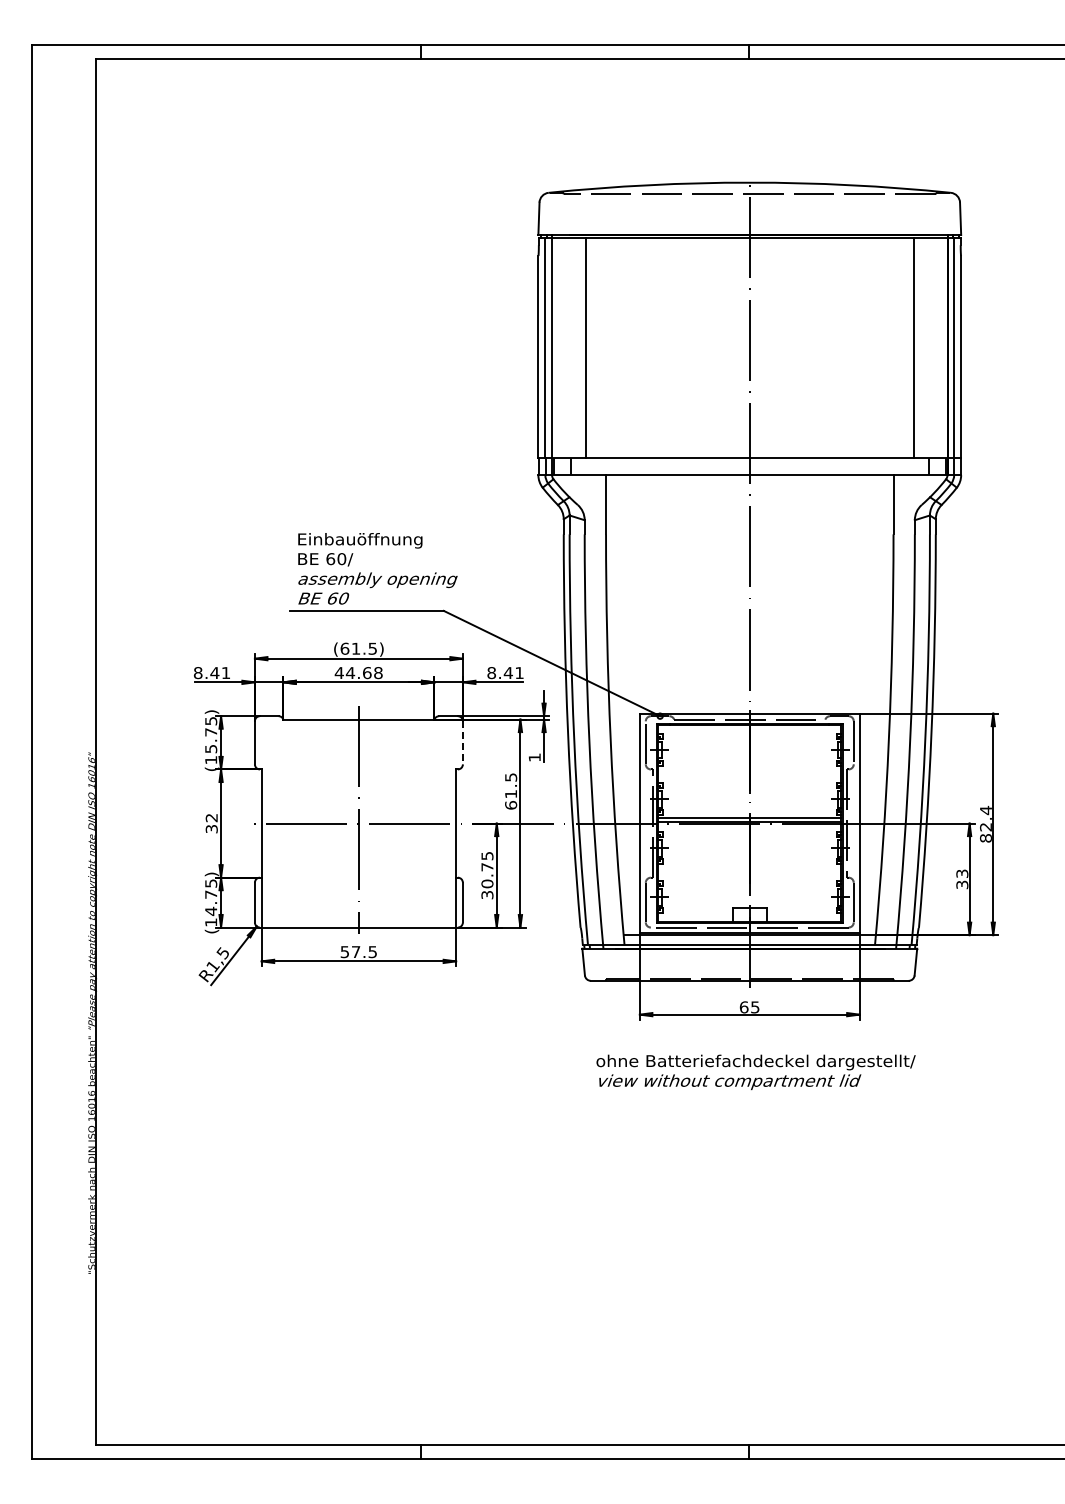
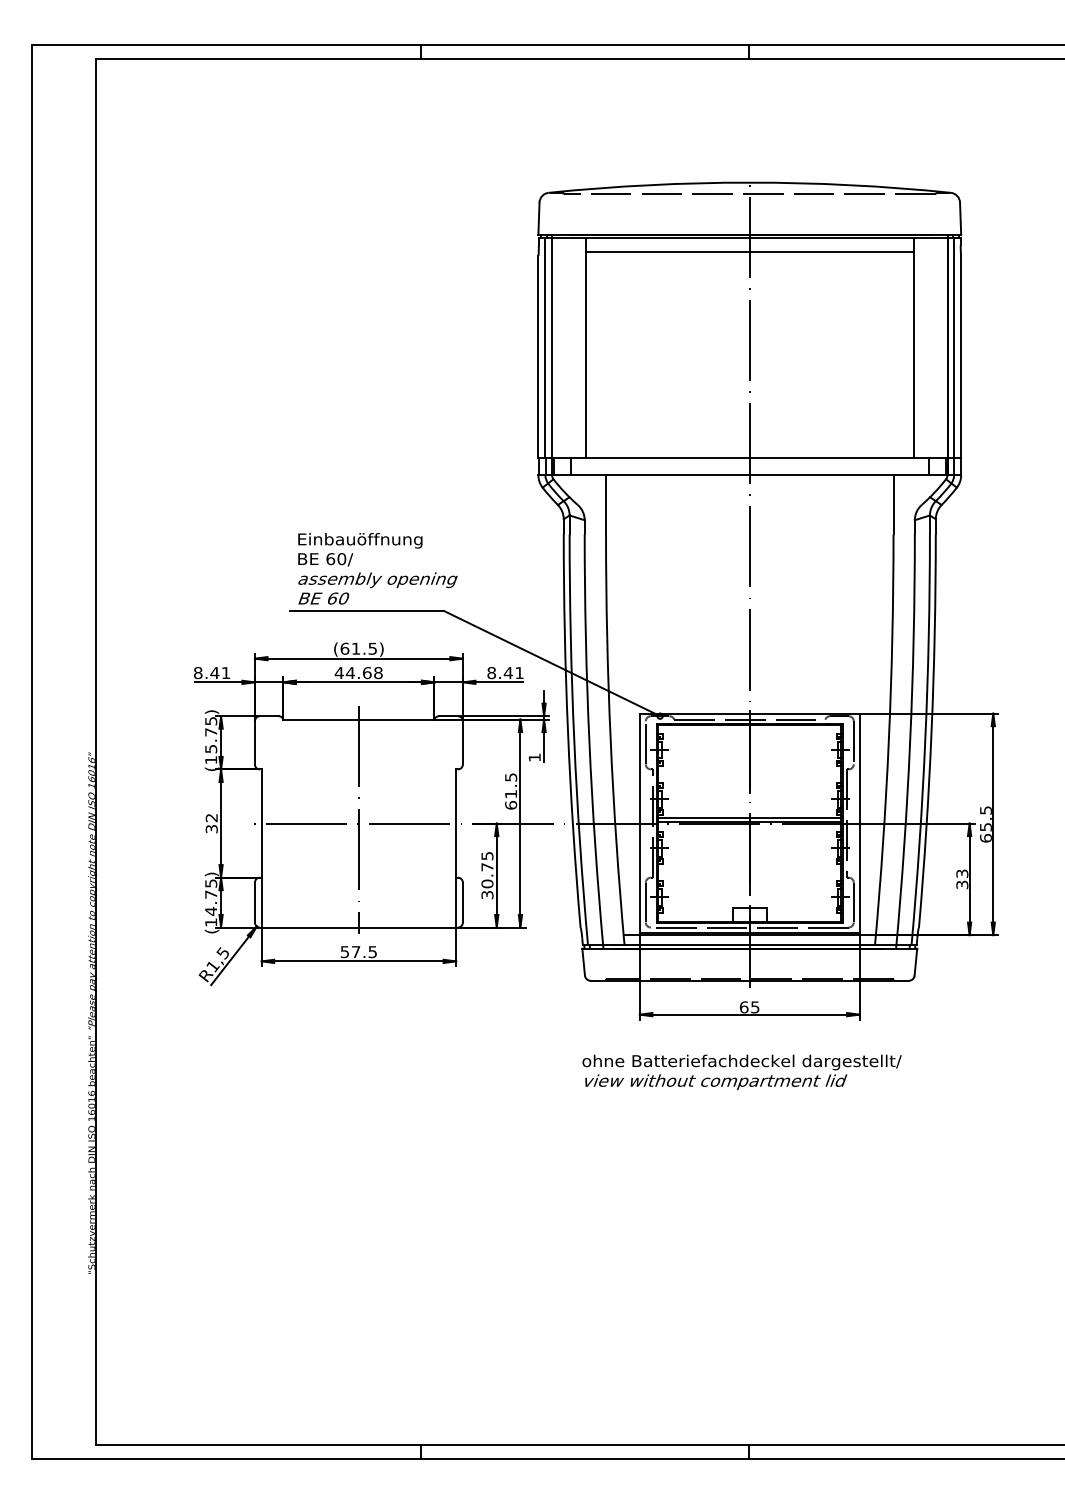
line at (749, 251): none -> present
line at (462, 742): dashed -> solid
text at (985, 823): 82.4 -> 65.5
text at (755, 1072) position: (755, 1072) -> (741, 1072)
